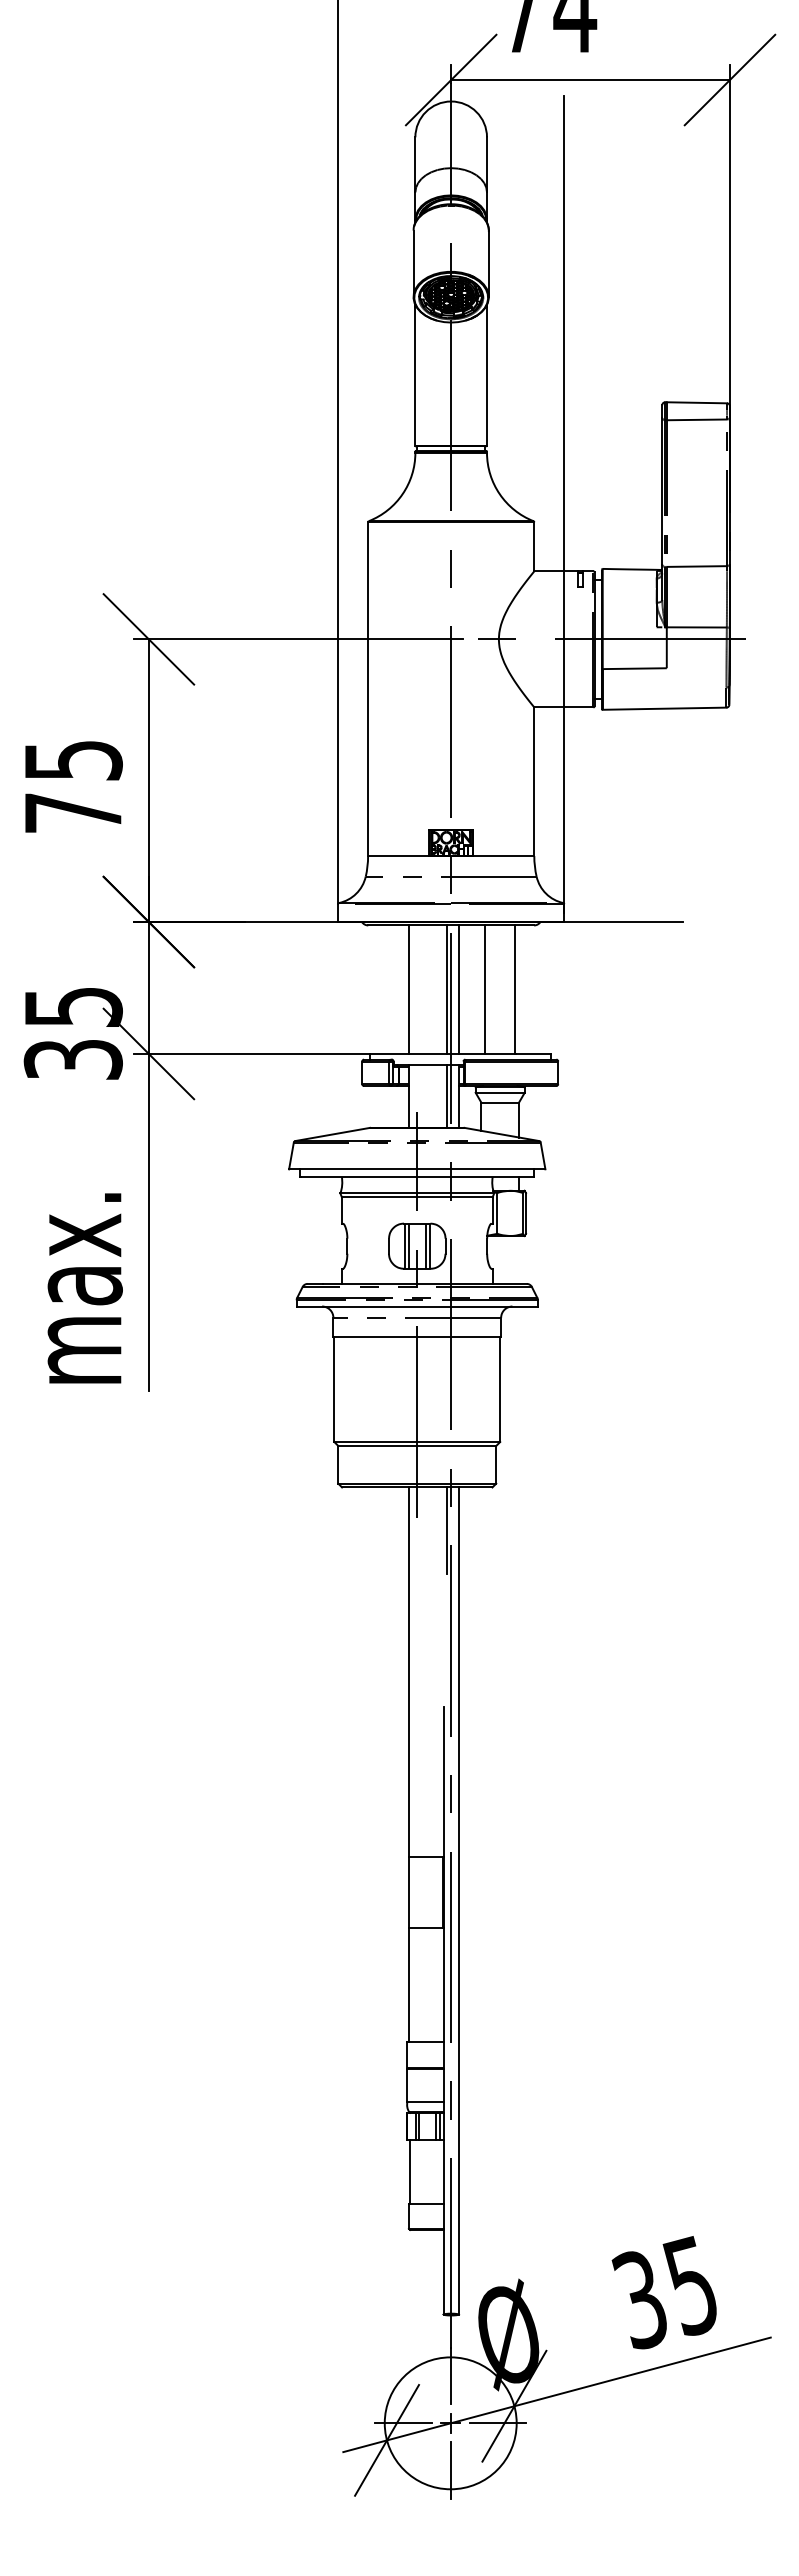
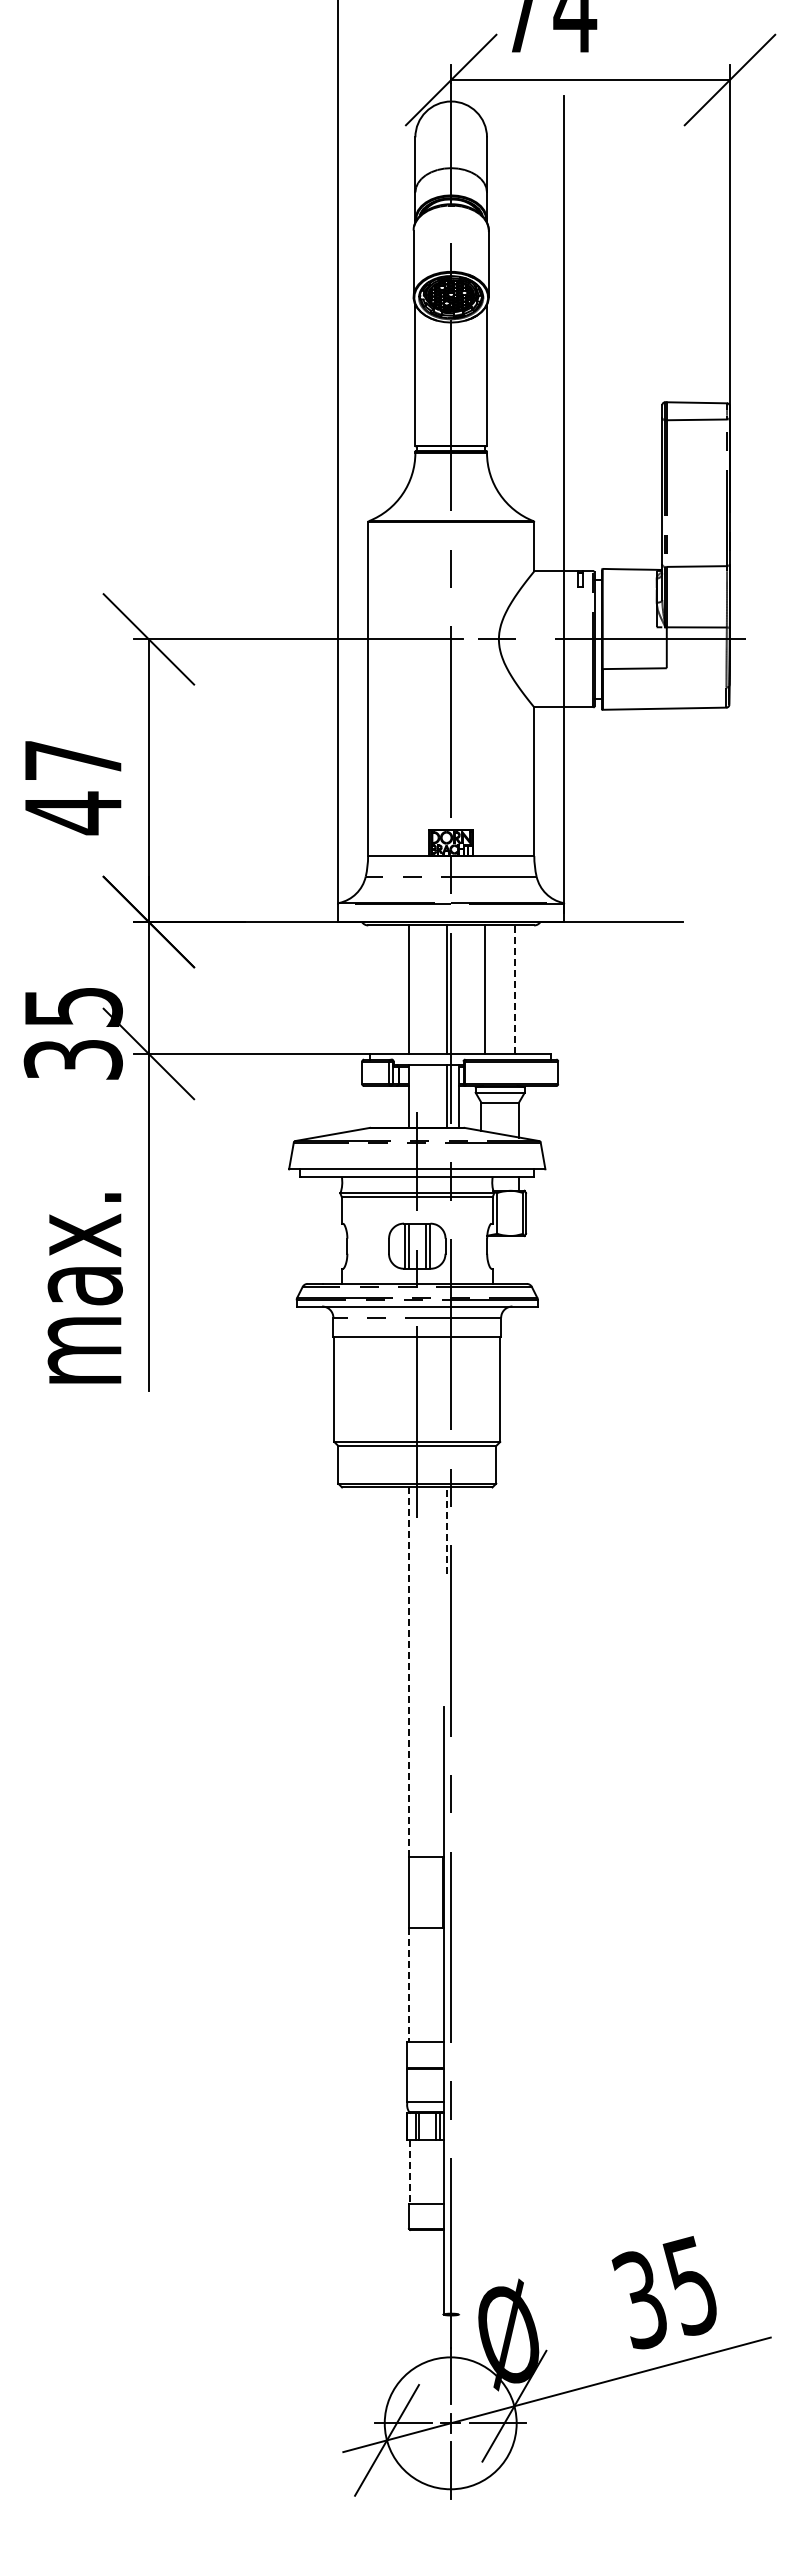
text at (73, 788): 75 -> 47
line at (458, 989): present -> none
line at (515, 989): solid -> dashed
line at (446, 1530): solid -> dashed
line at (408, 1672): solid -> dashed
line at (458, 1900): present -> none
line at (408, 1984): solid -> dashed
line at (409, 2172): solid -> dashed
